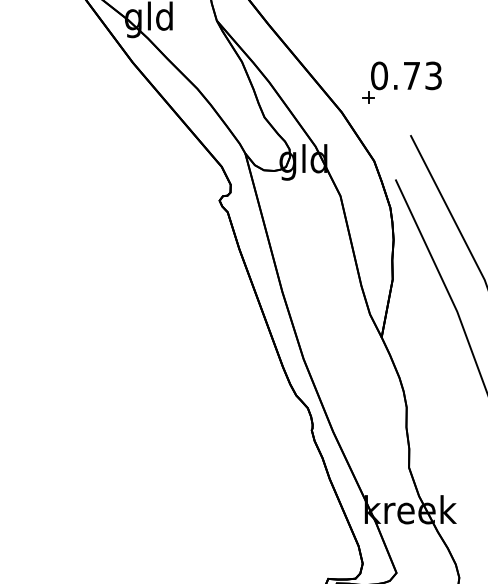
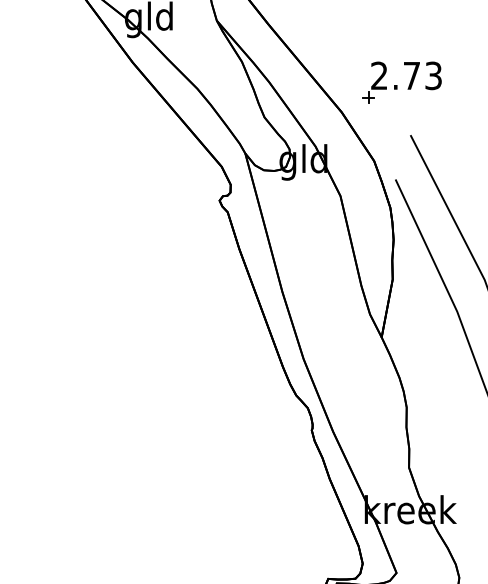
text at (379, 75): 0.73 -> 2.73
